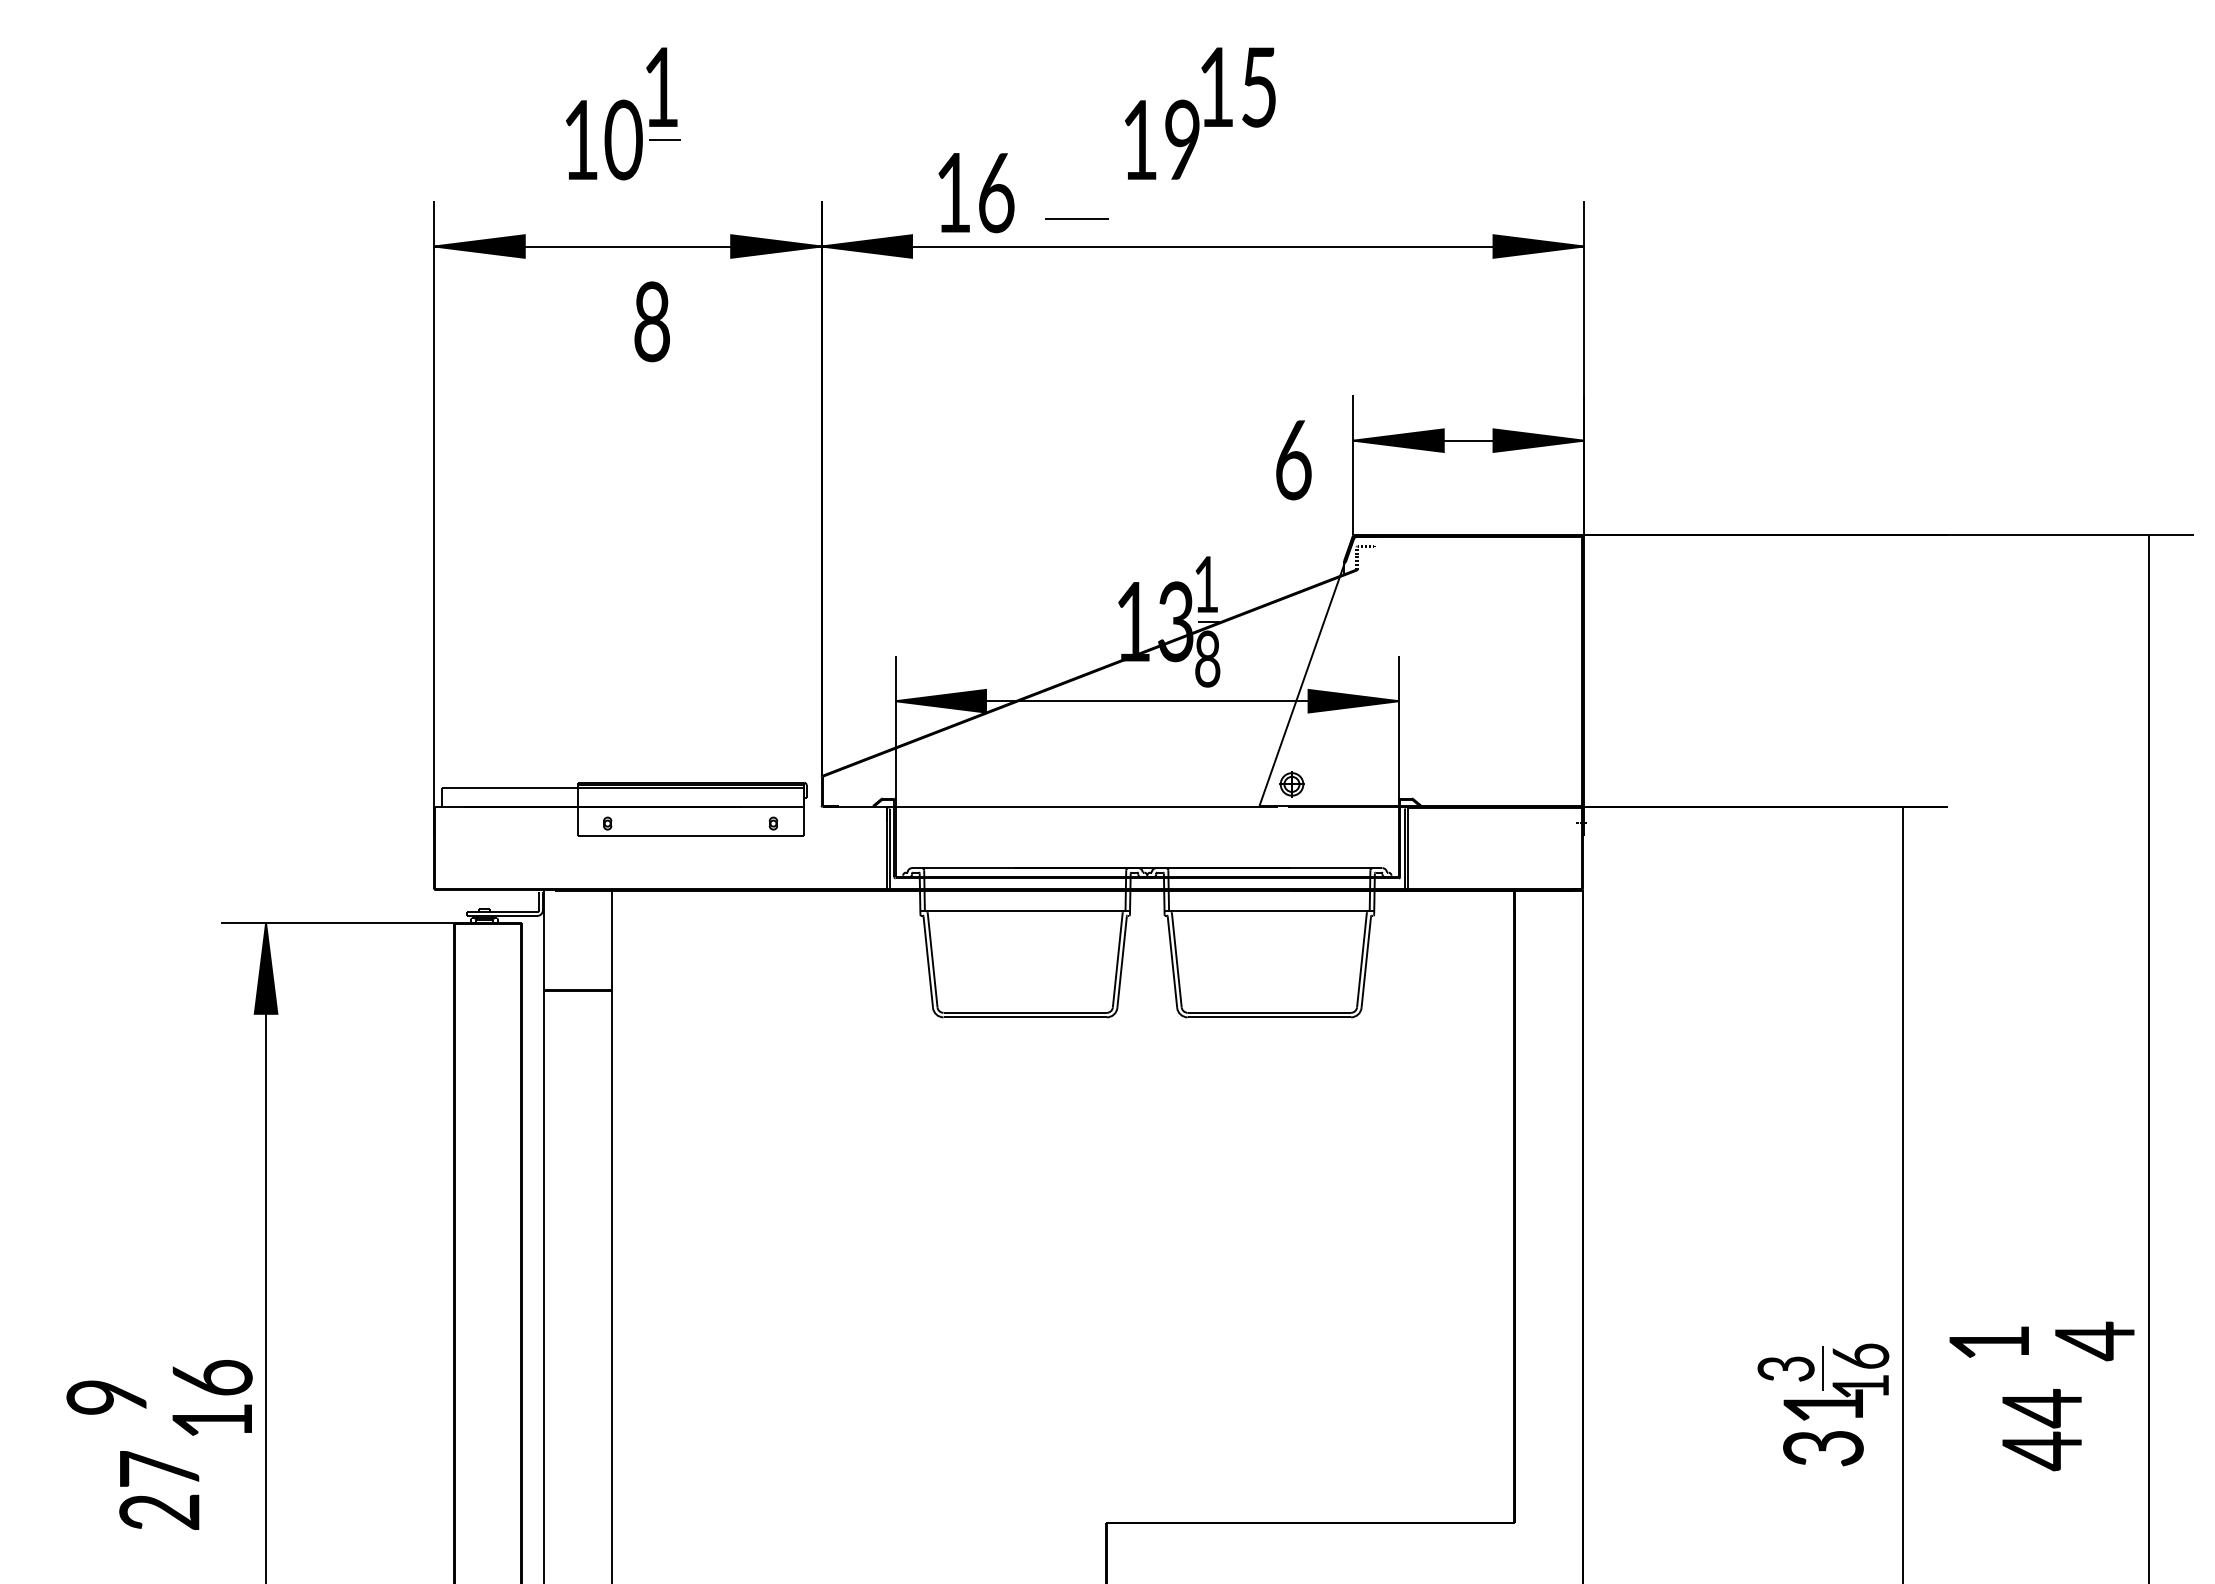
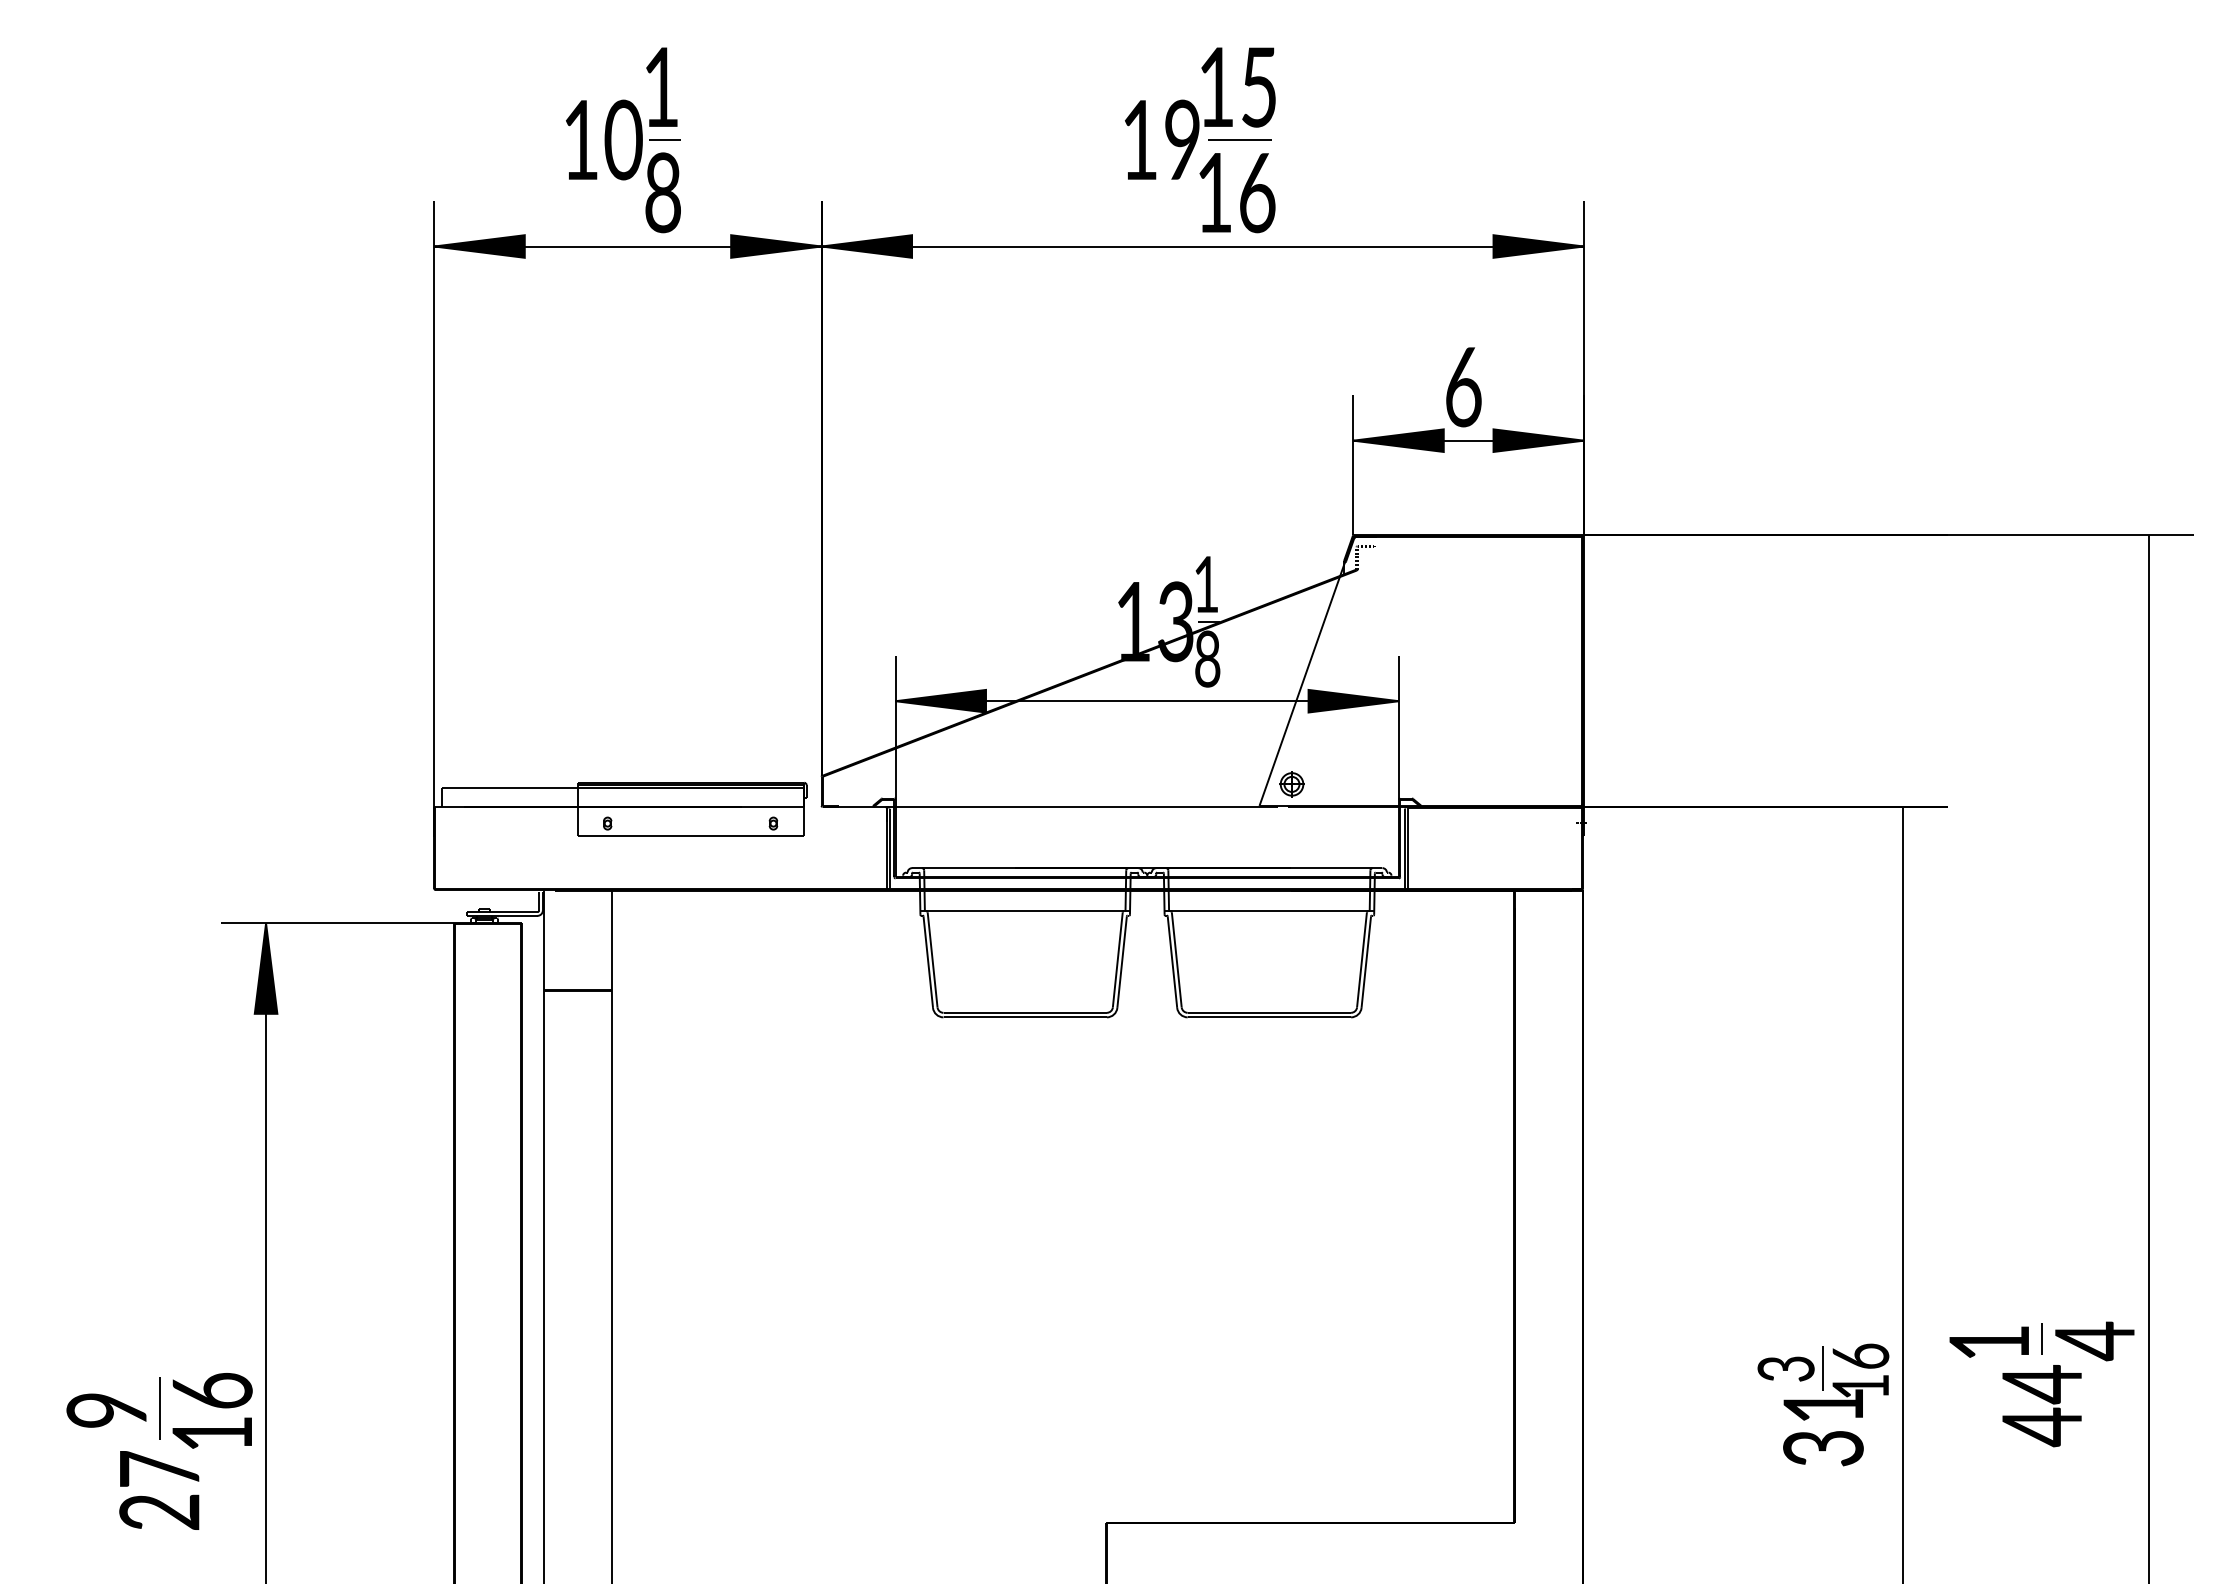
text at (976, 193) position: (976, 193) -> (1237, 193)
line at (1076, 218) position: (1076, 218) -> (1239, 139)
text at (651, 321) position: (651, 321) -> (662, 192)
text at (1293, 460) position: (1293, 460) -> (1463, 387)
line at (2041, 1338): none -> present
text at (106, 1397) position: (106, 1397) -> (106, 1410)
text at (212, 1397) position: (212, 1397) -> (212, 1410)
line at (159, 1408): none -> present
text at (2041, 1430) position: (2041, 1430) -> (2041, 1406)
